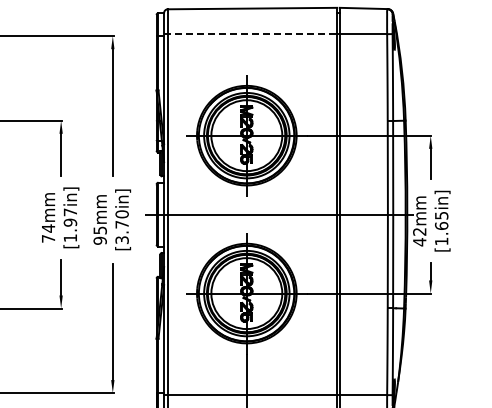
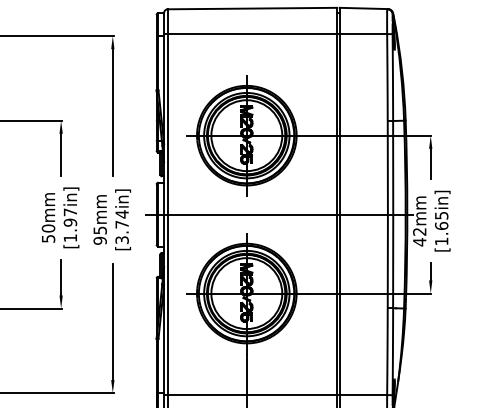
line at (251, 34): dashed -> solid
text at (121, 214): [3.70in] -> [3.74in]
text at (48, 233): 74mm -> 50mm
